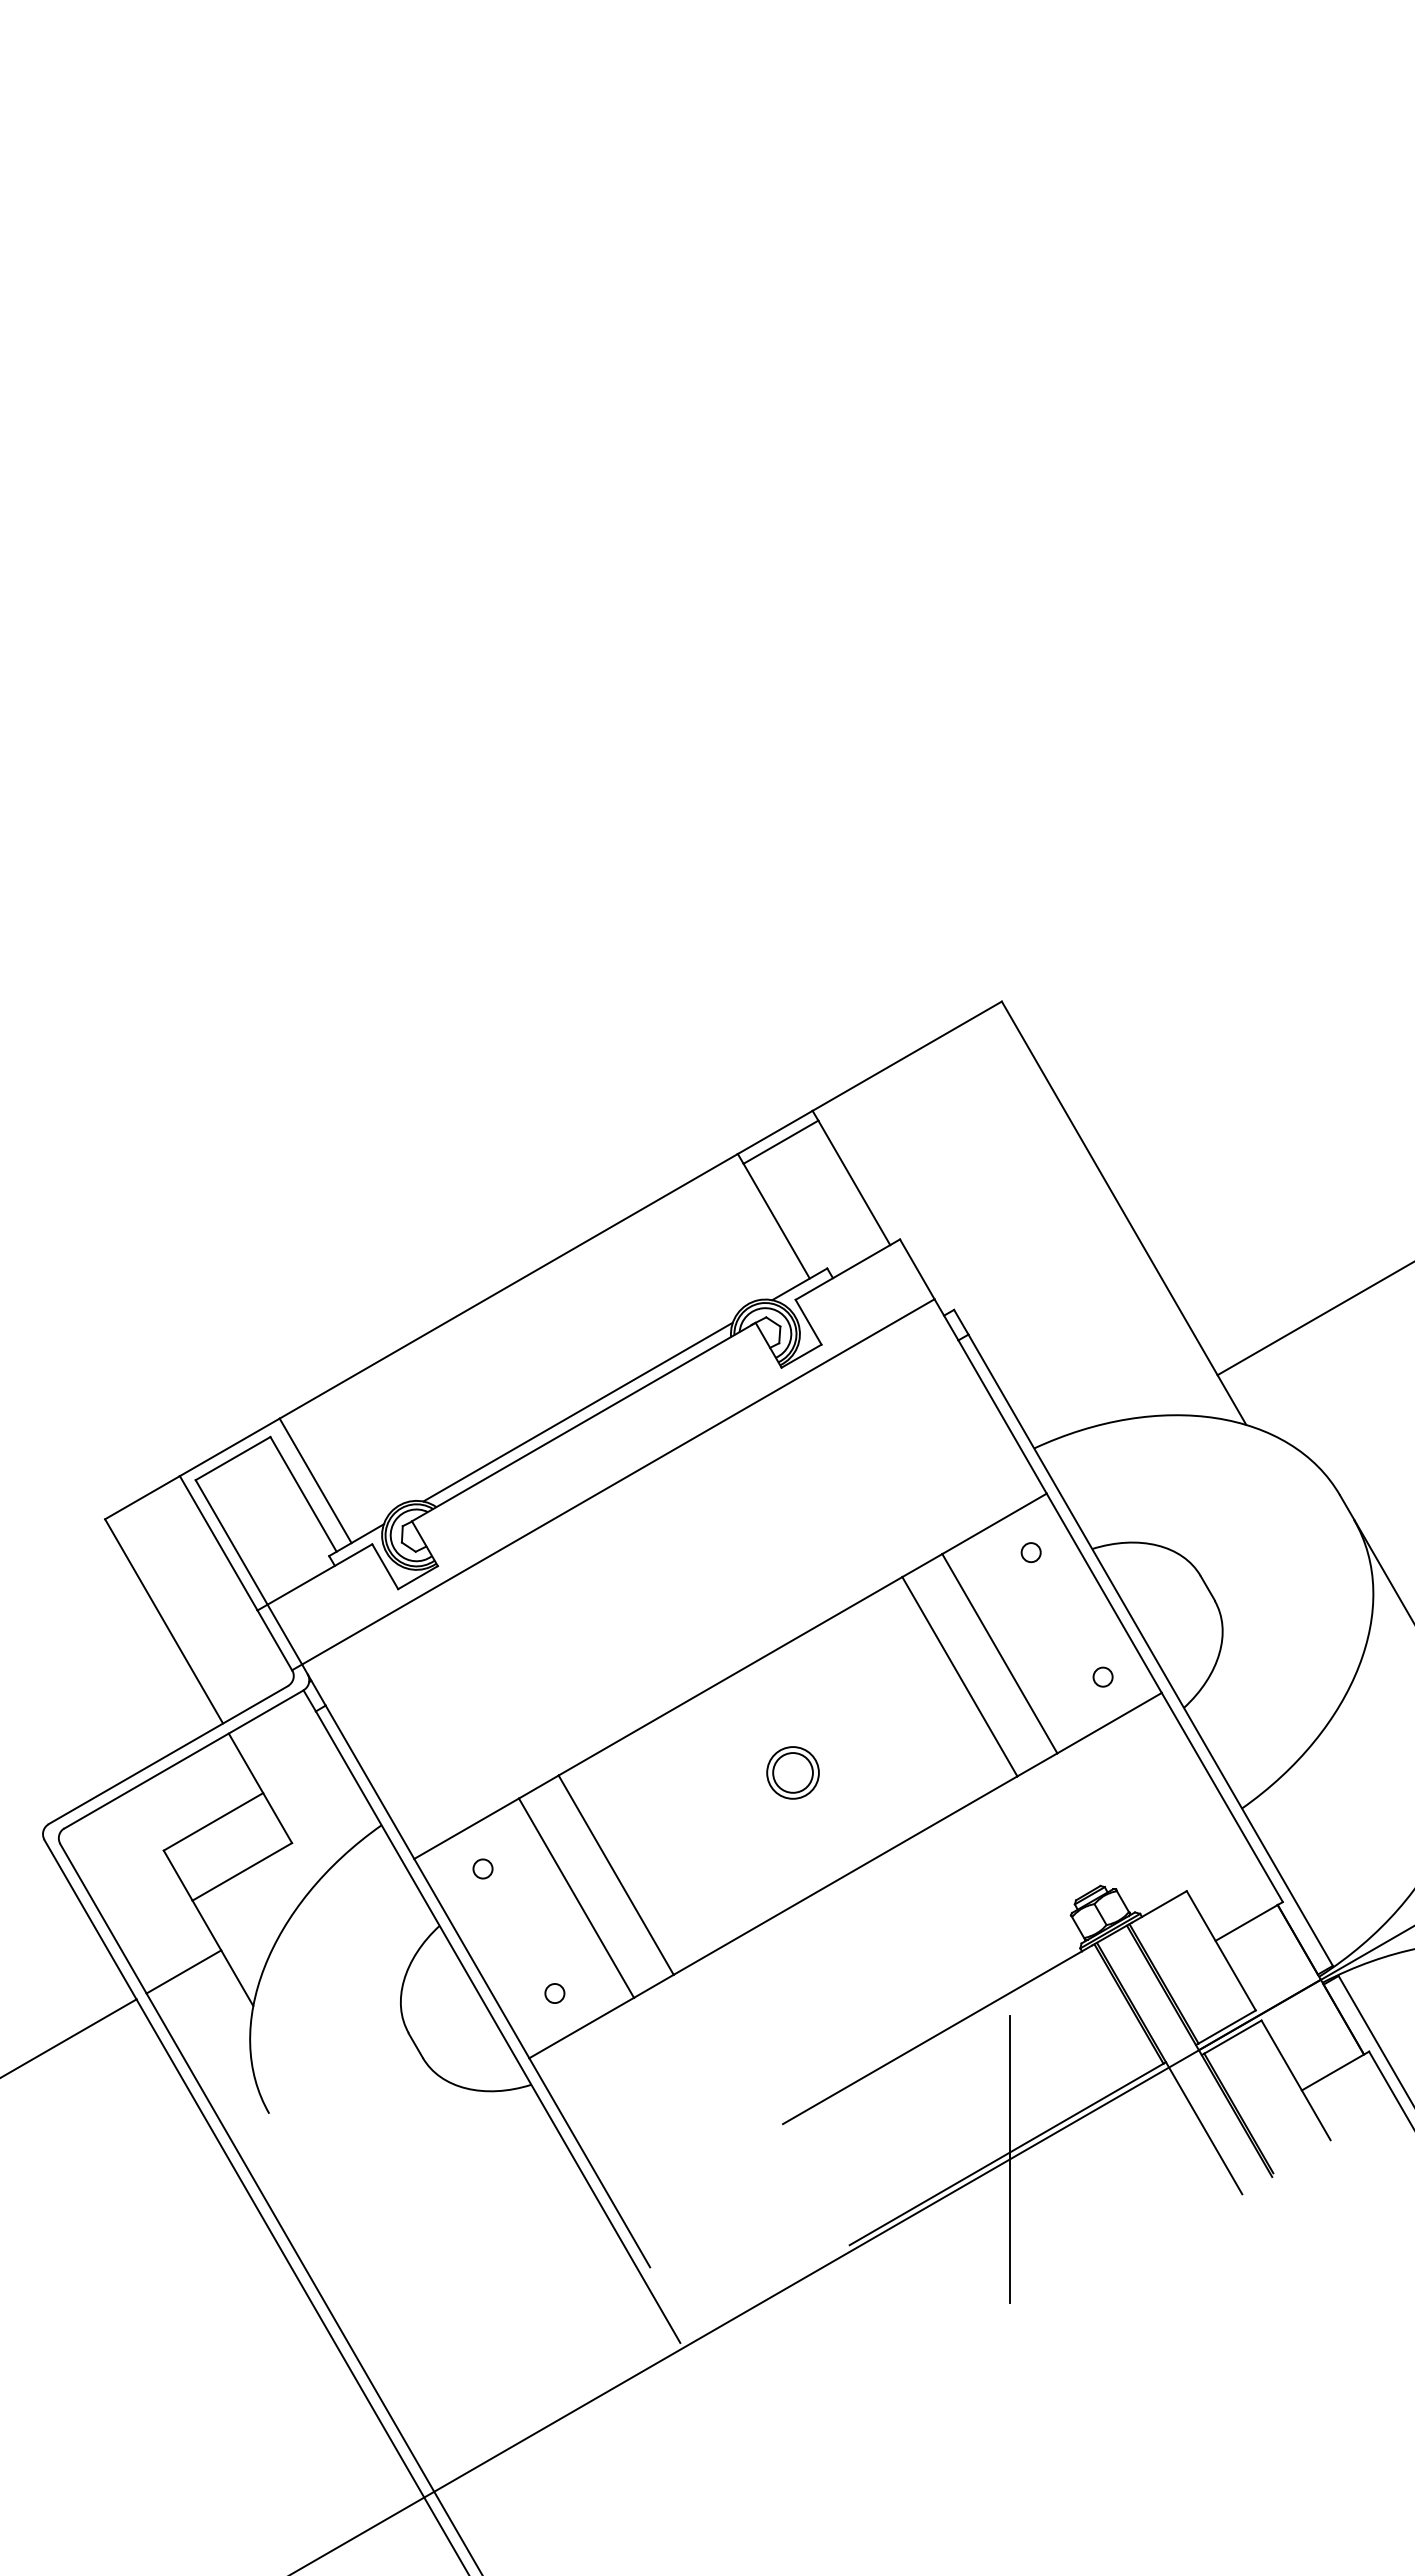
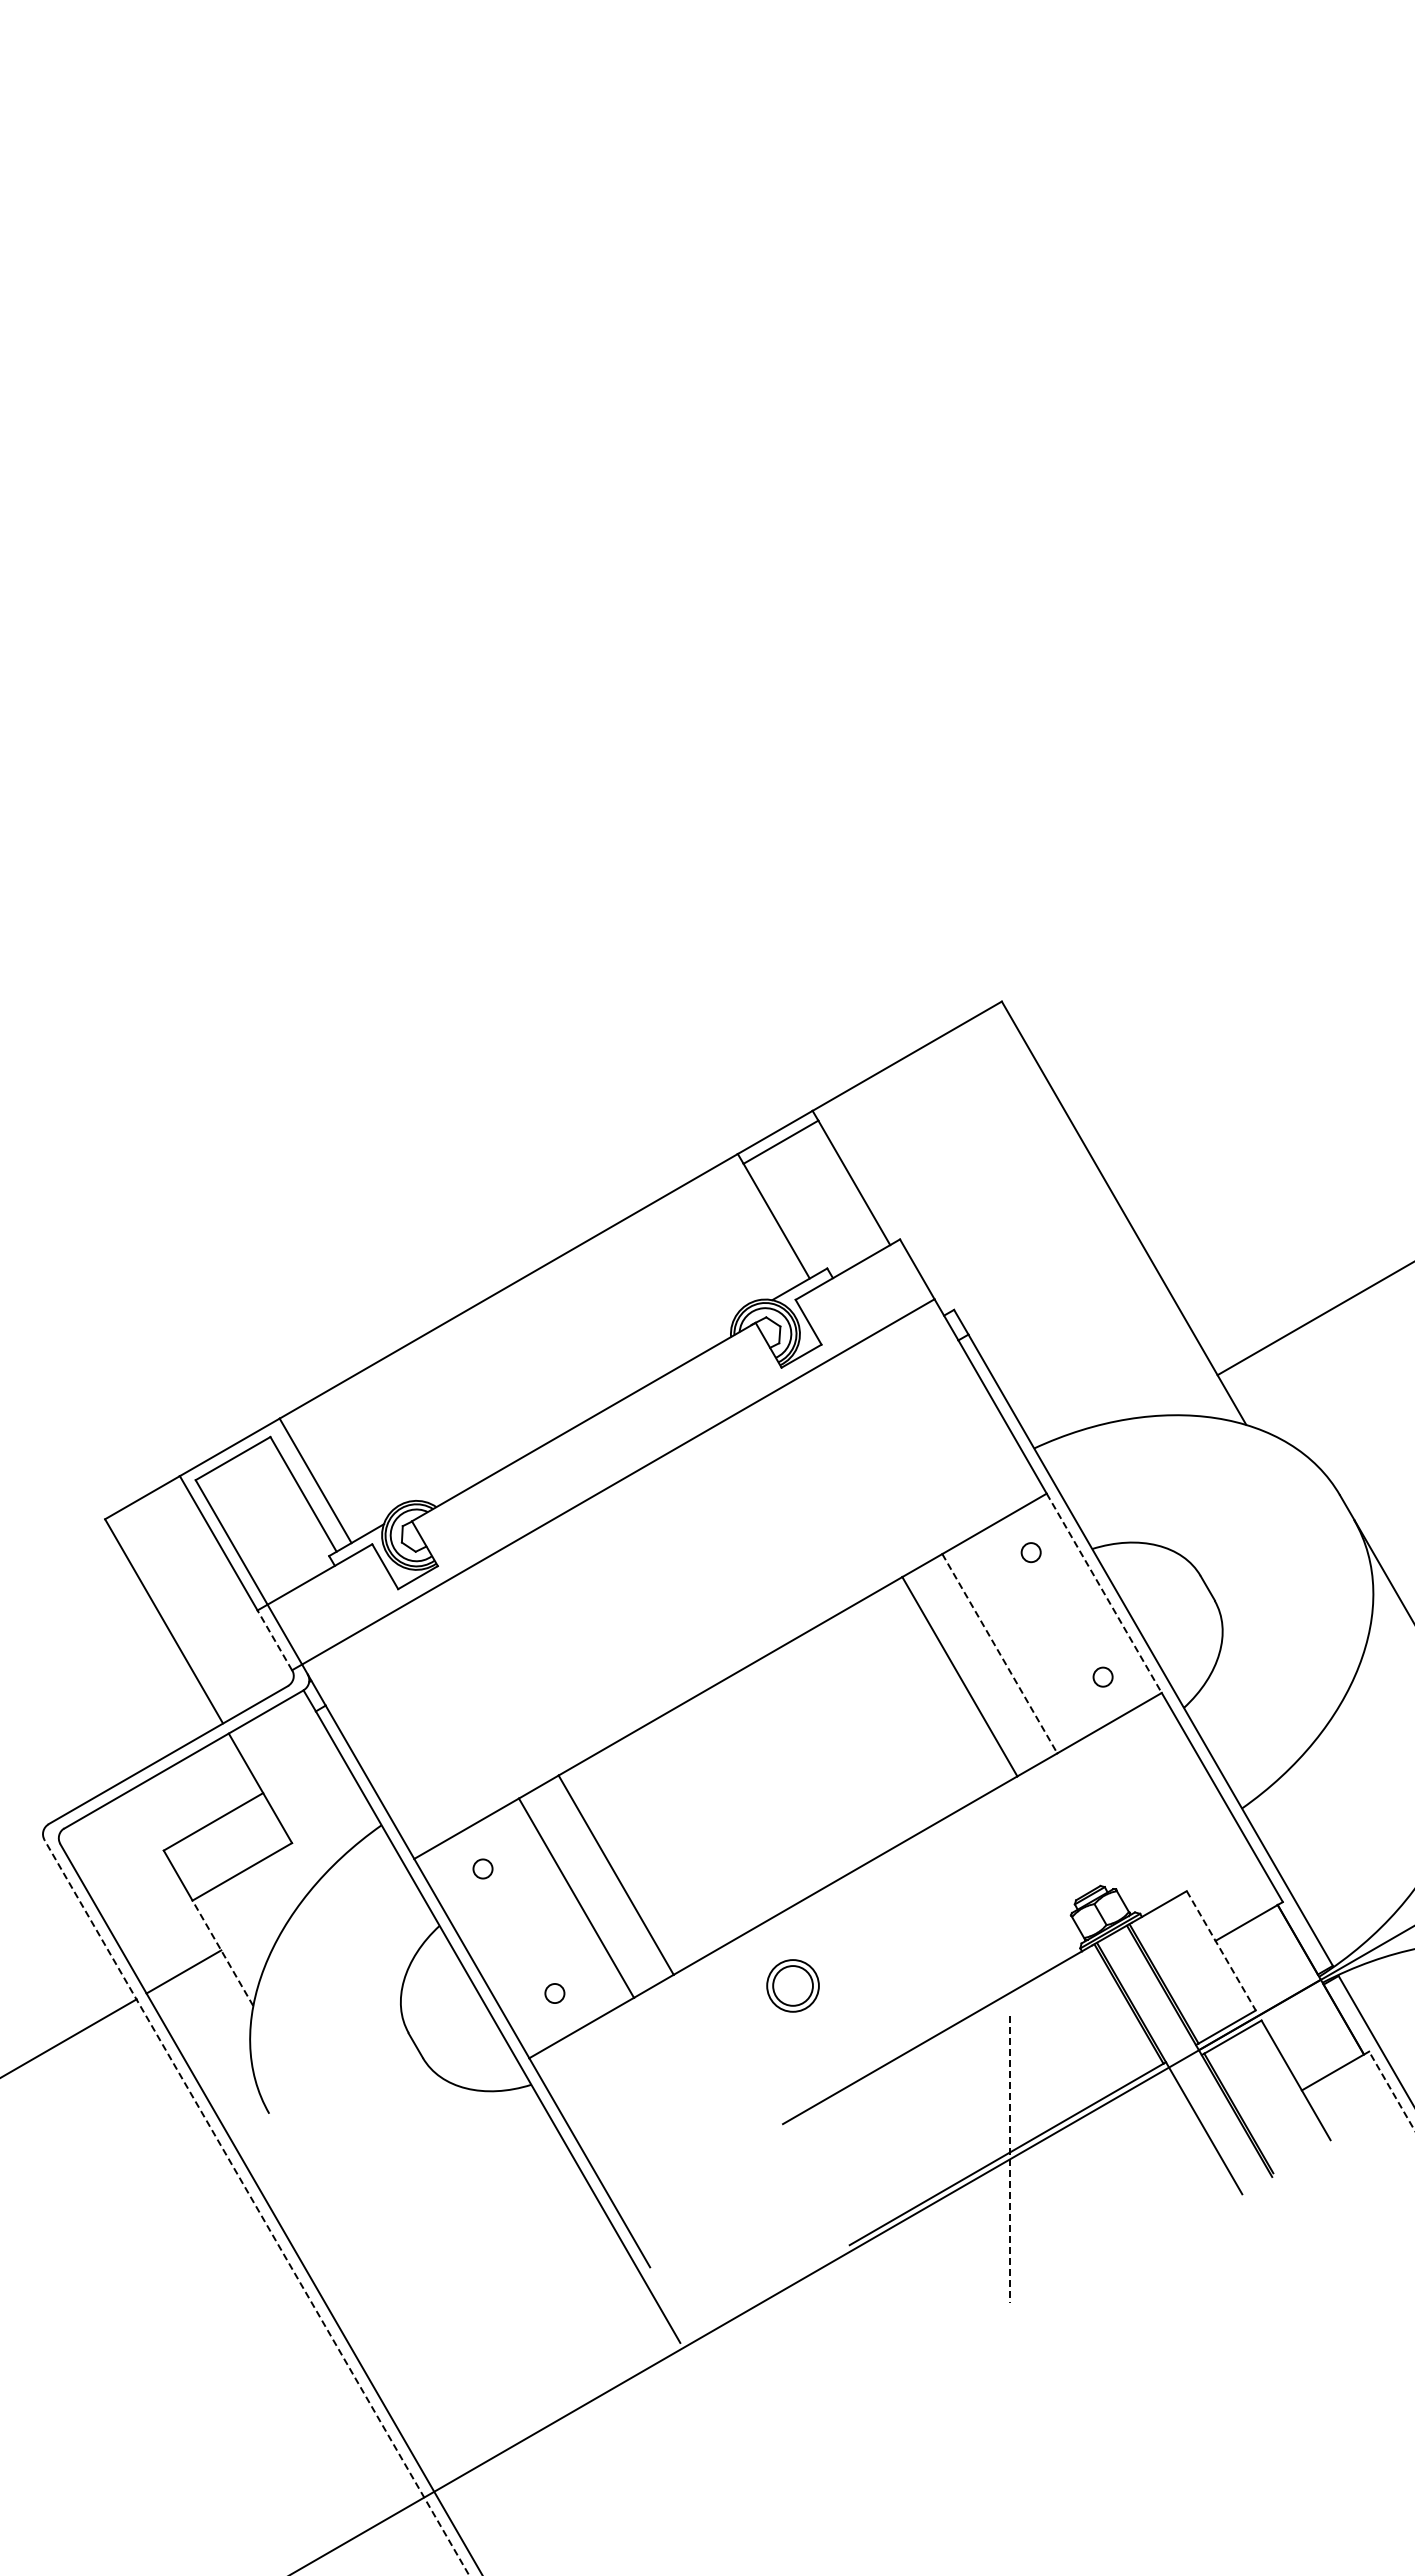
line at (577, 1411): present -> none
line at (1104, 1593): solid -> dashed
line at (274, 1640): solid -> dashed
line at (1000, 1654): solid -> dashed
part at (792, 1772) position: (792, 1772) -> (792, 1985)
line at (1221, 1950): solid -> dashed
line at (222, 1953): solid -> dashed
line at (1391, 2090): solid -> dashed
line at (1009, 2159): solid -> dashed
line at (256, 2207): solid -> dashed
